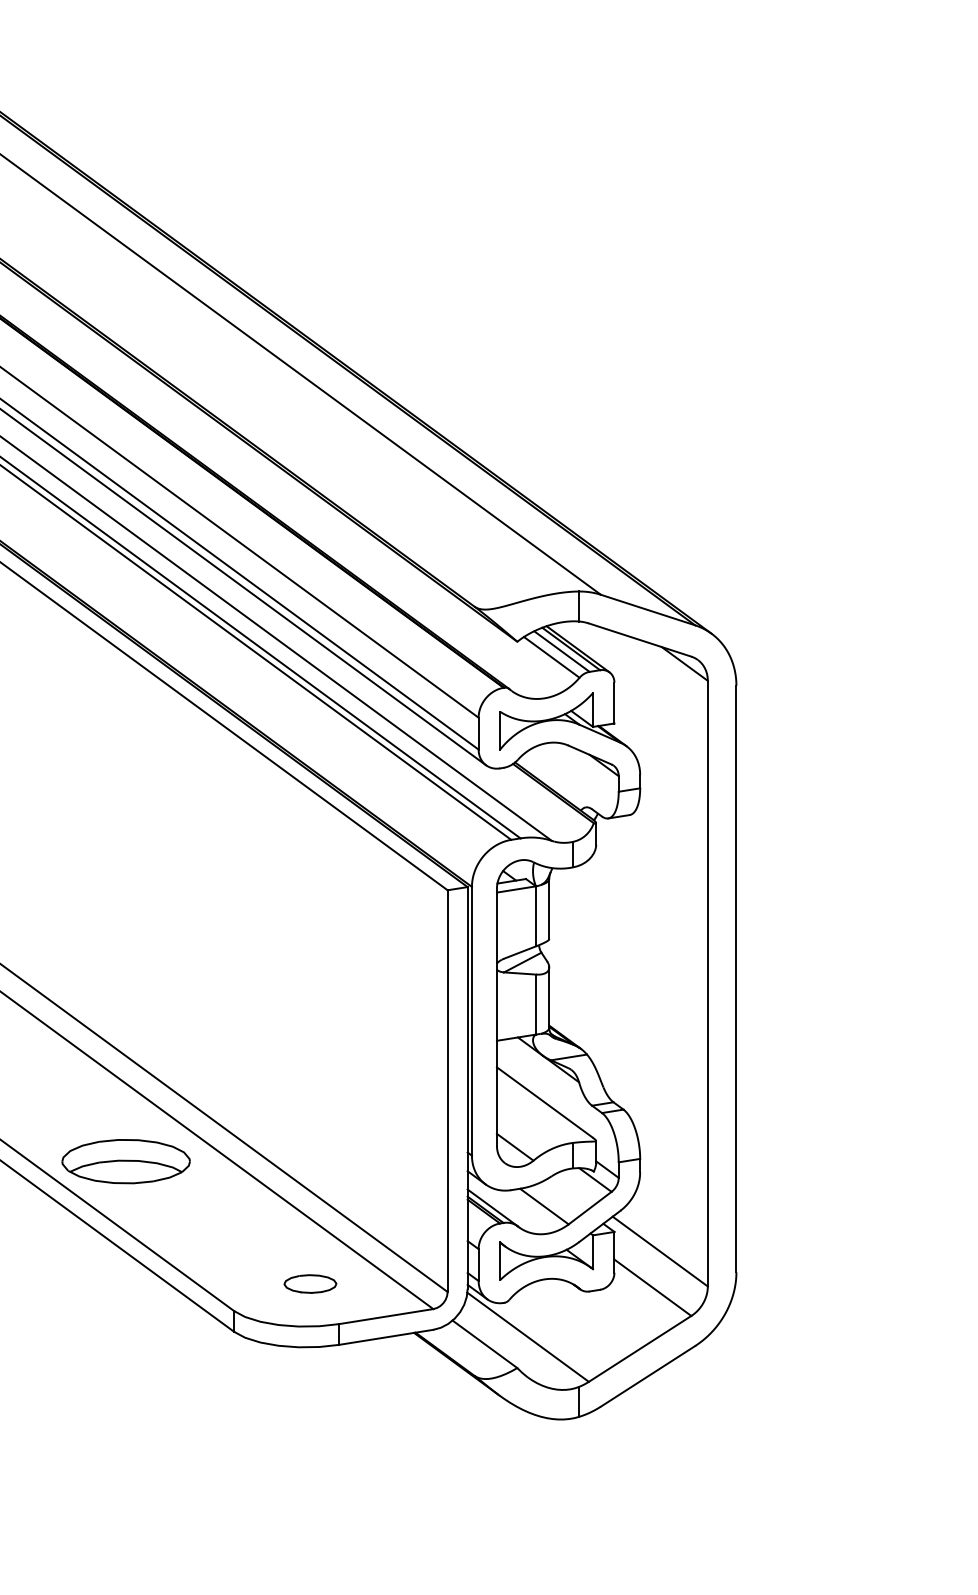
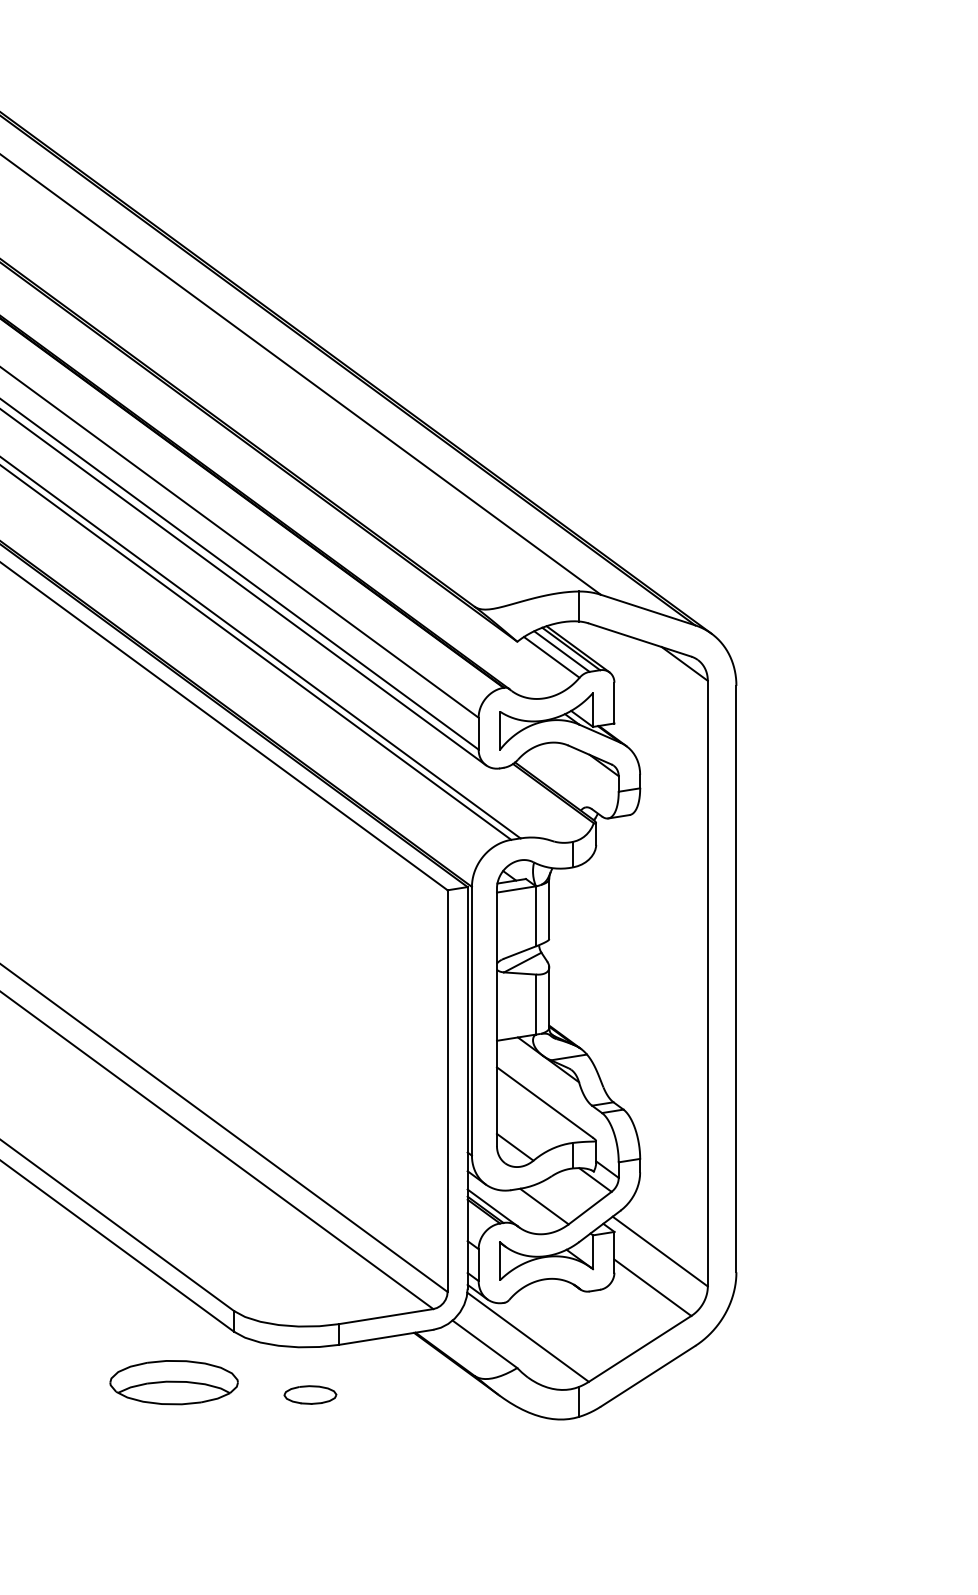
line at (276, 638): present -> none
part at (125, 1161) position: (125, 1161) -> (173, 1382)
part at (310, 1283) position: (310, 1283) -> (310, 1394)
